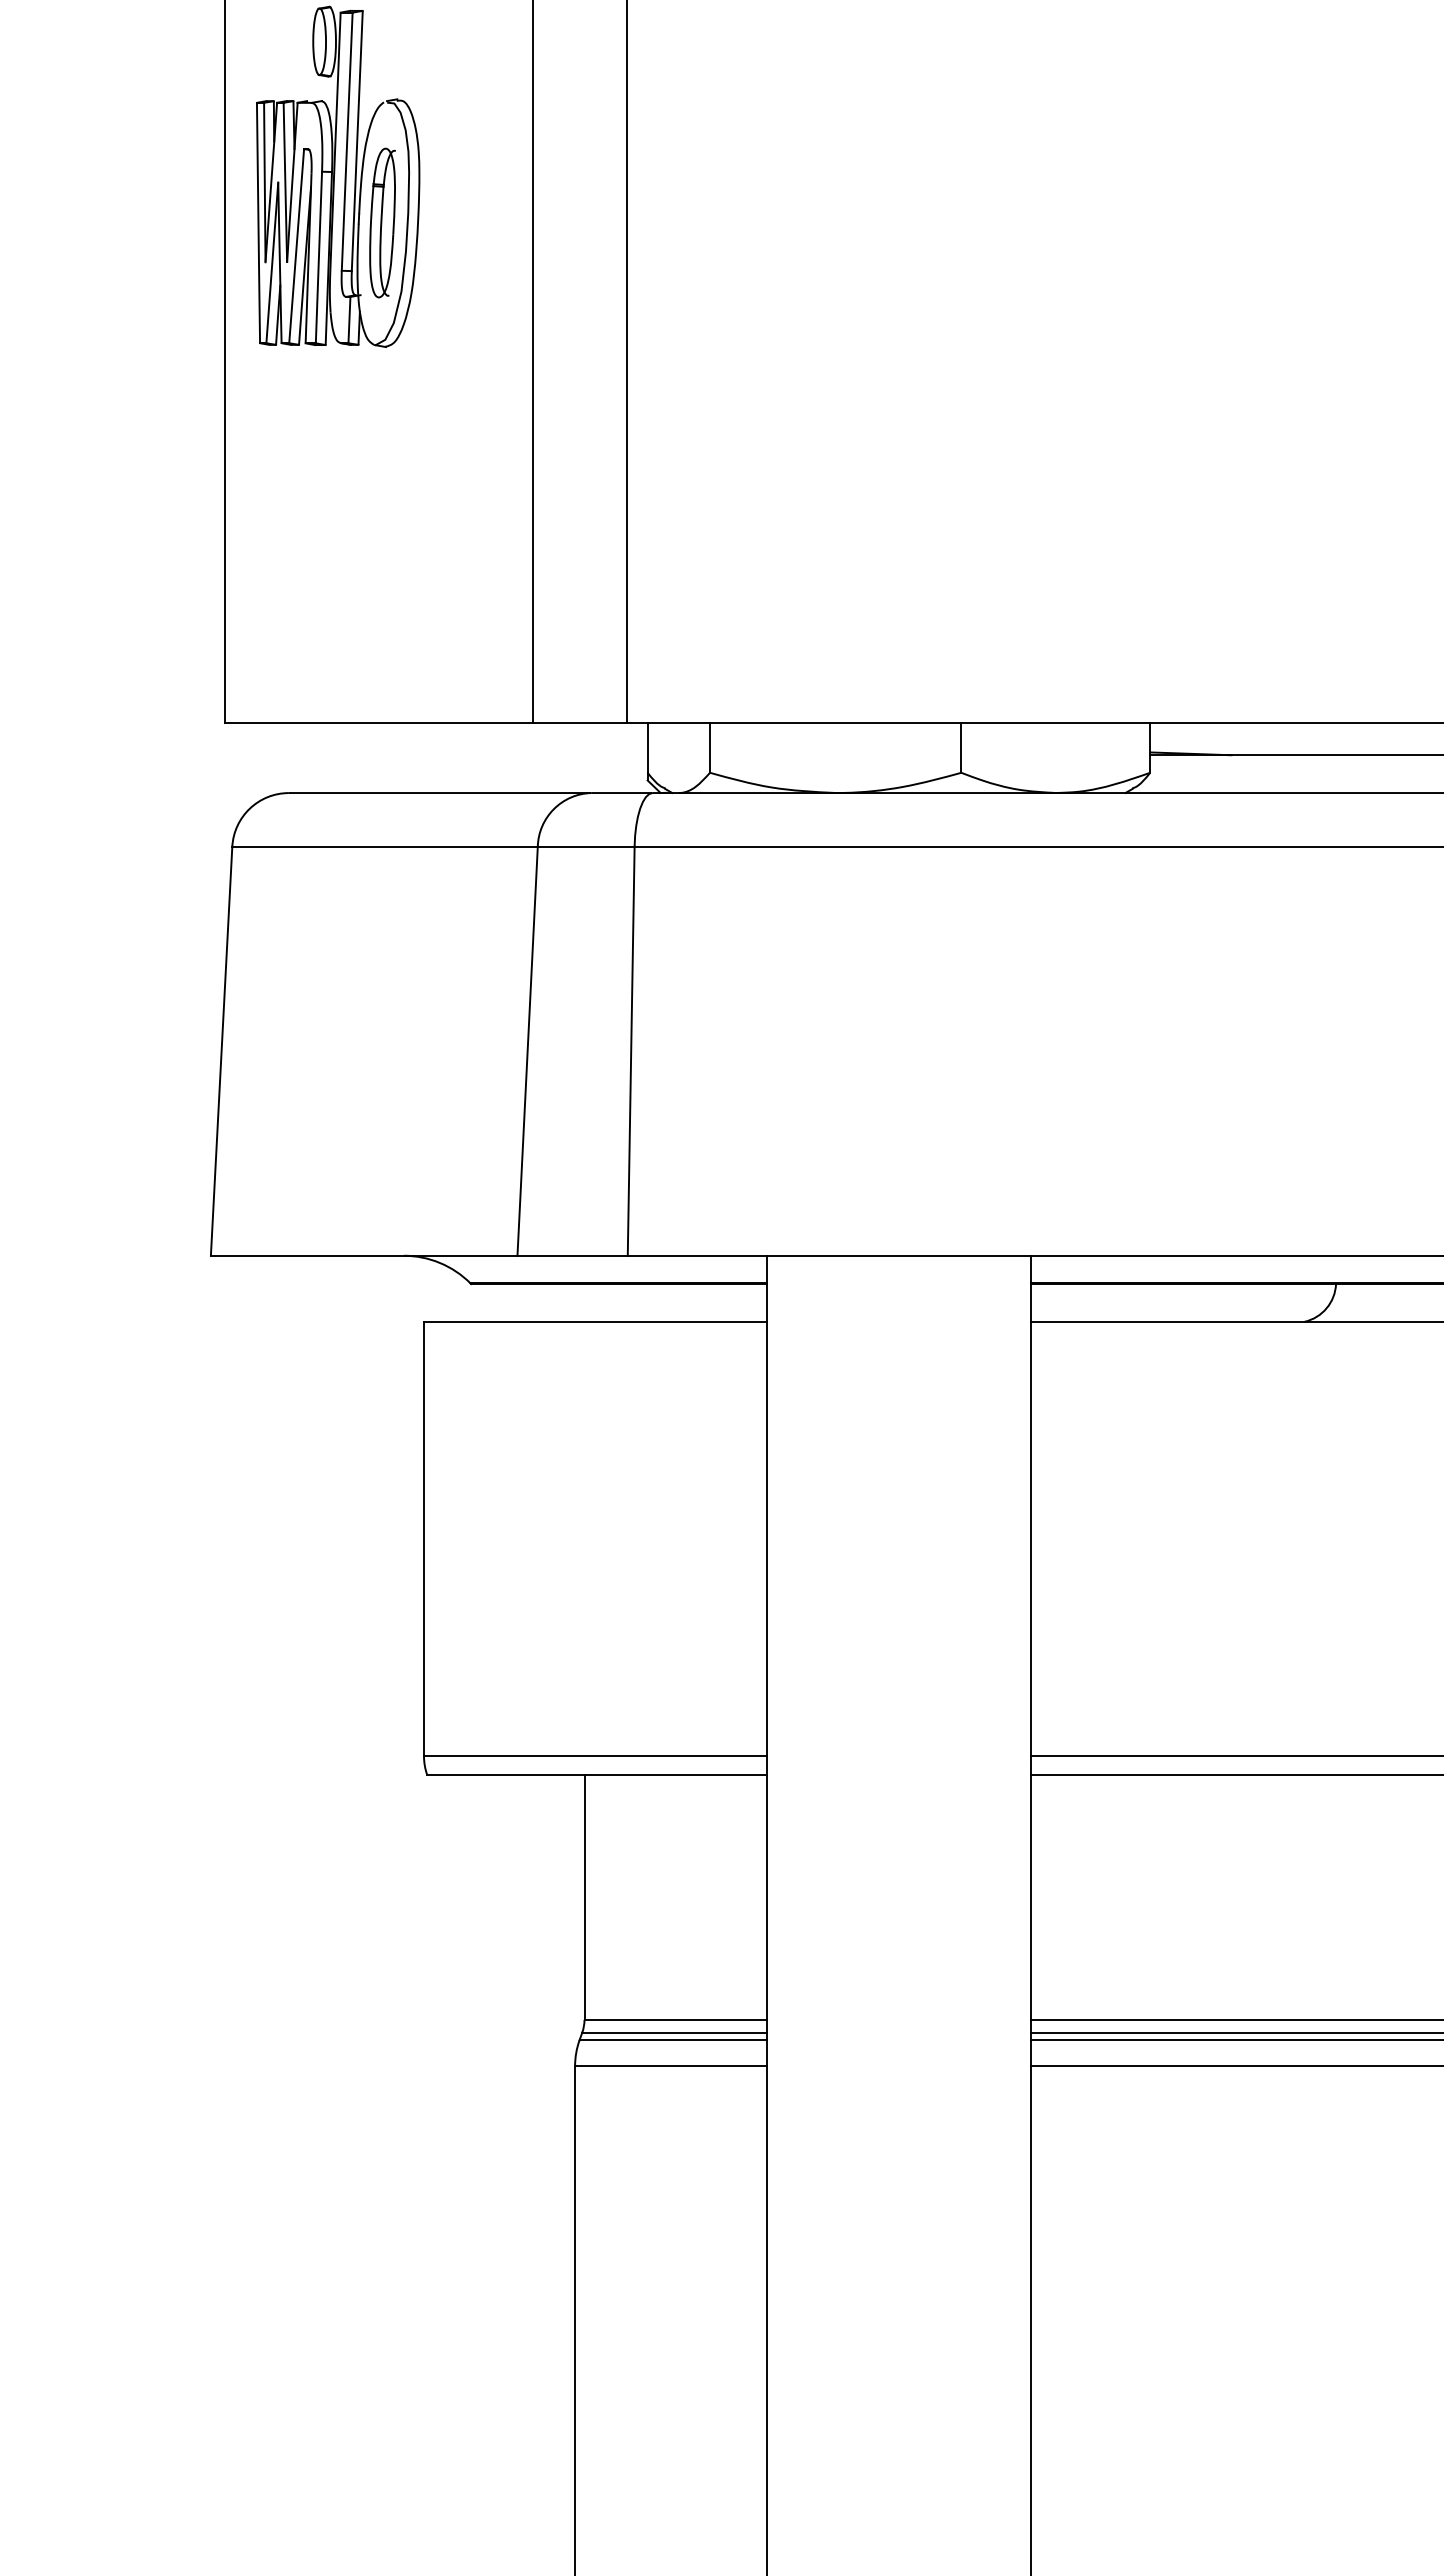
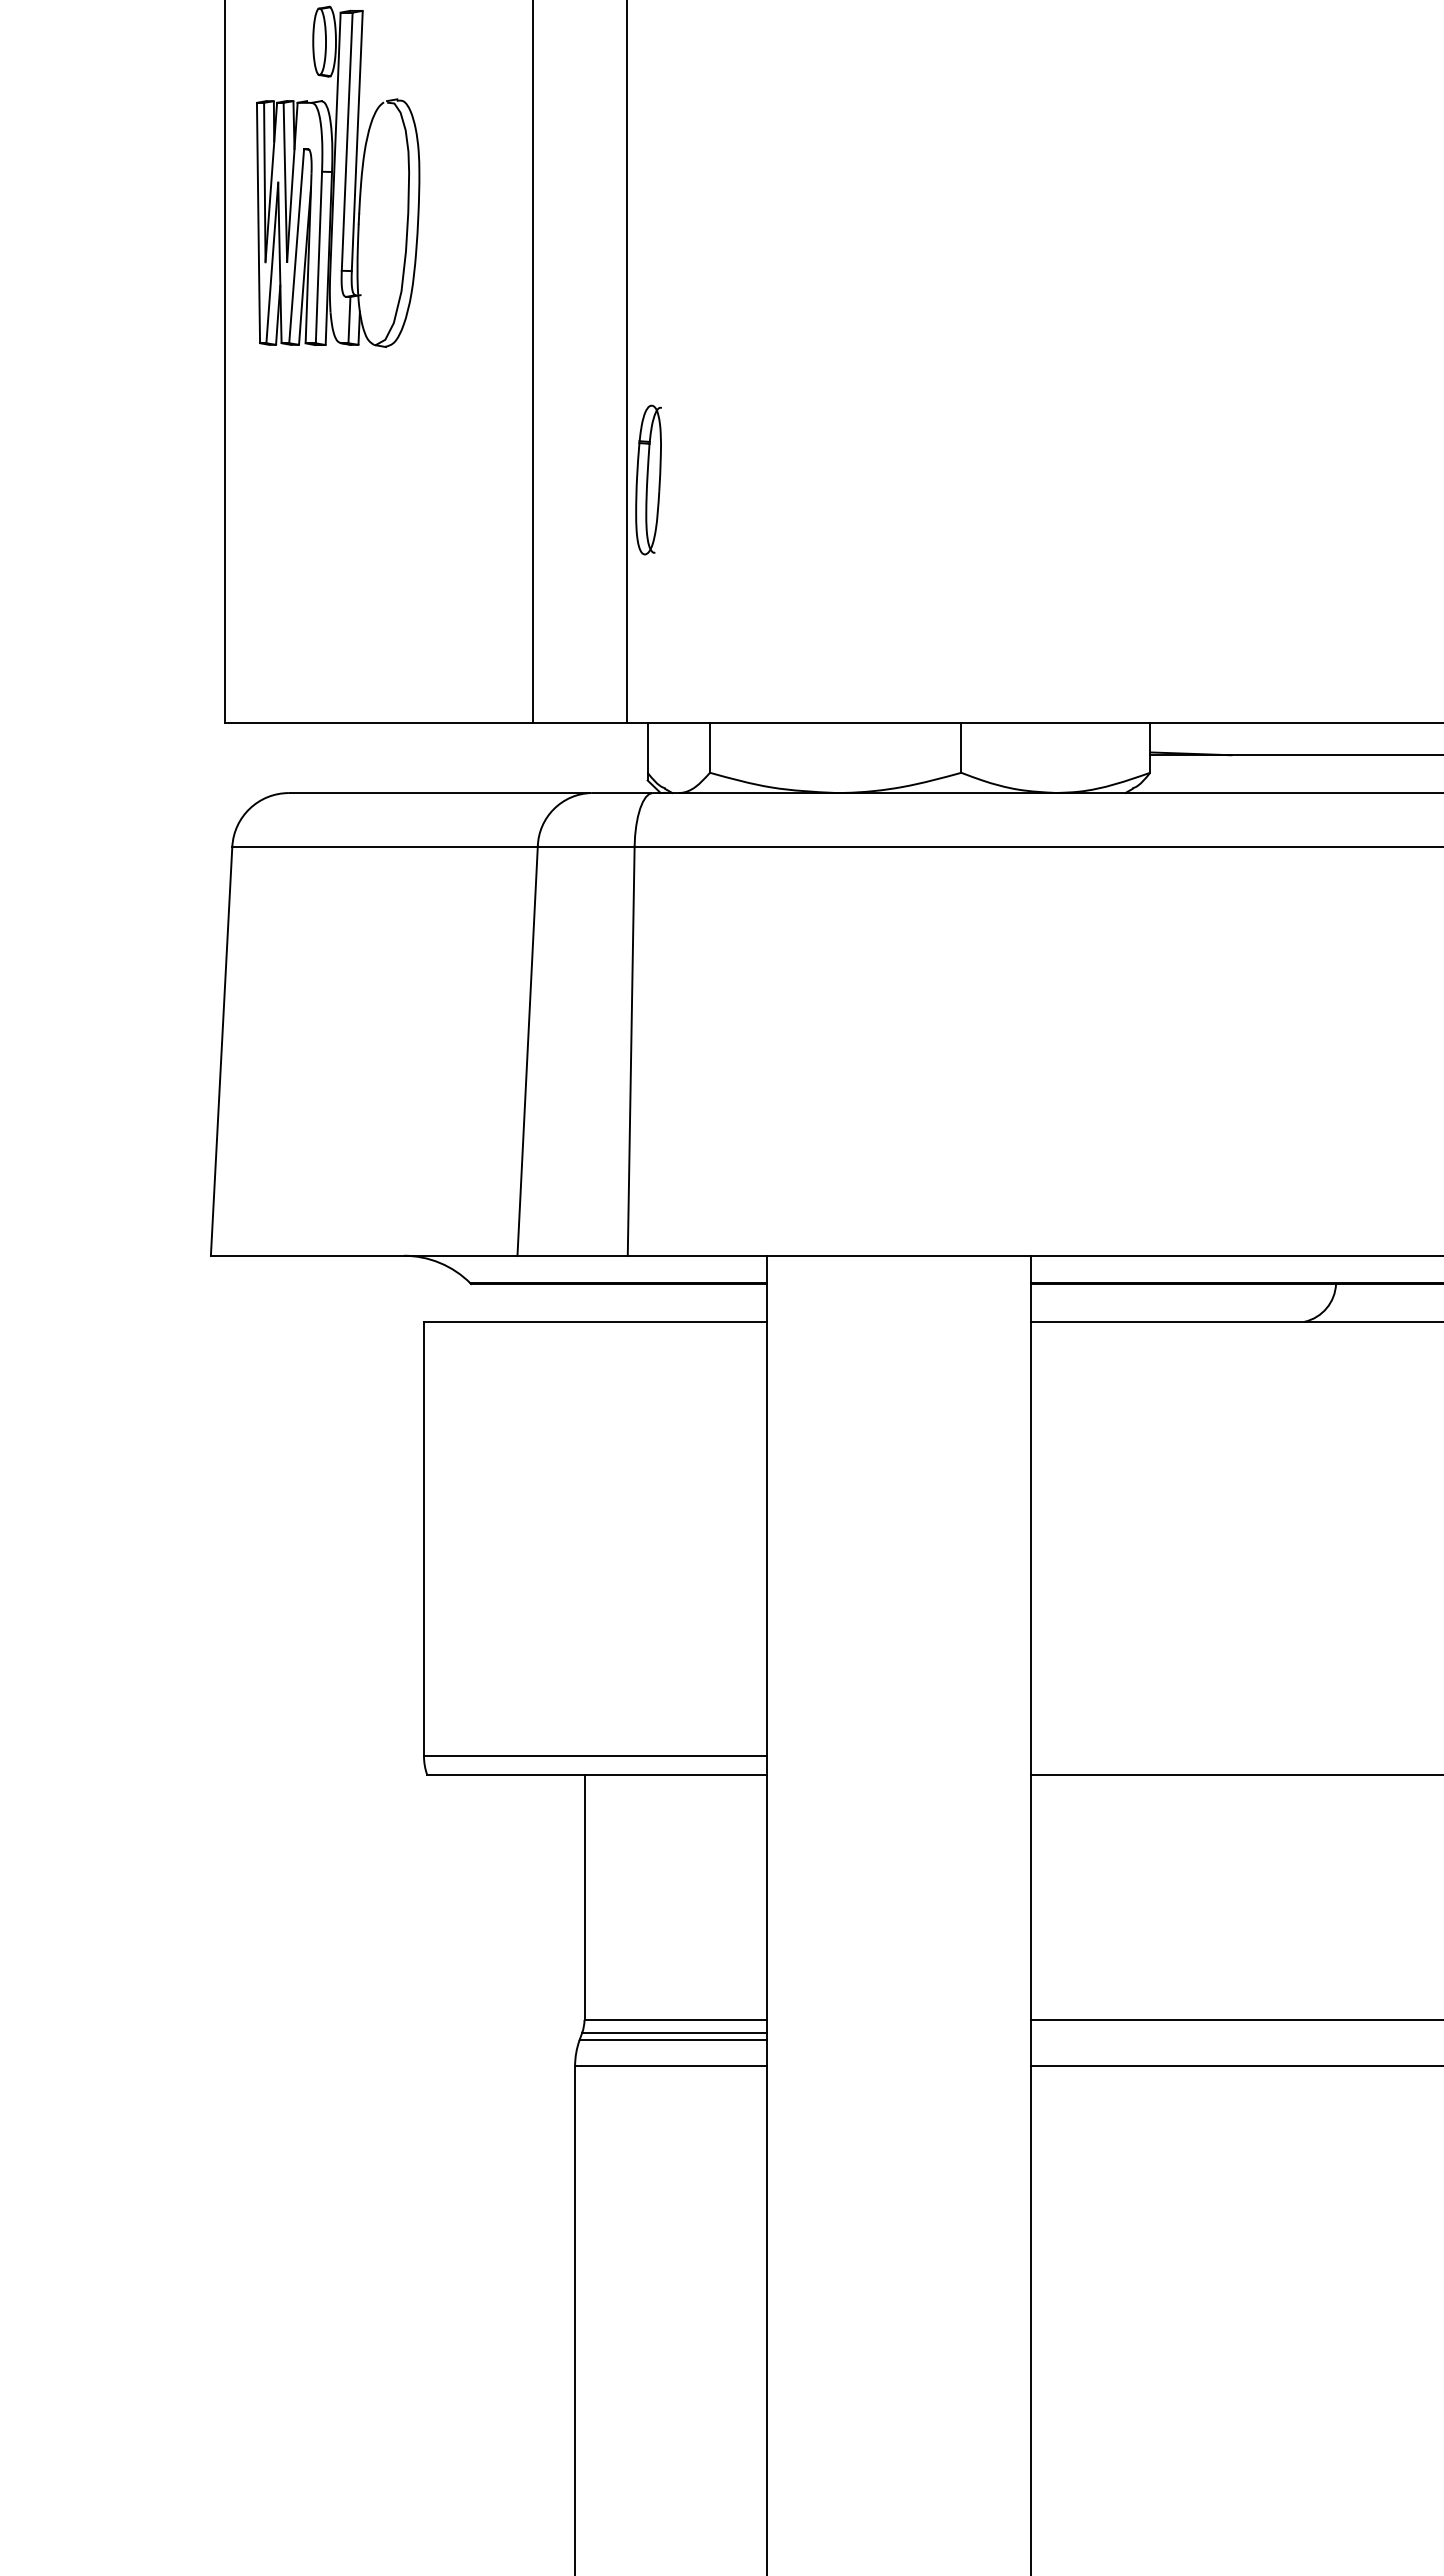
part at (382, 222) position: (382, 222) -> (648, 479)
line at (1235, 1756): present -> none
line at (1235, 2032): present -> none
line at (1235, 2040): present -> none
